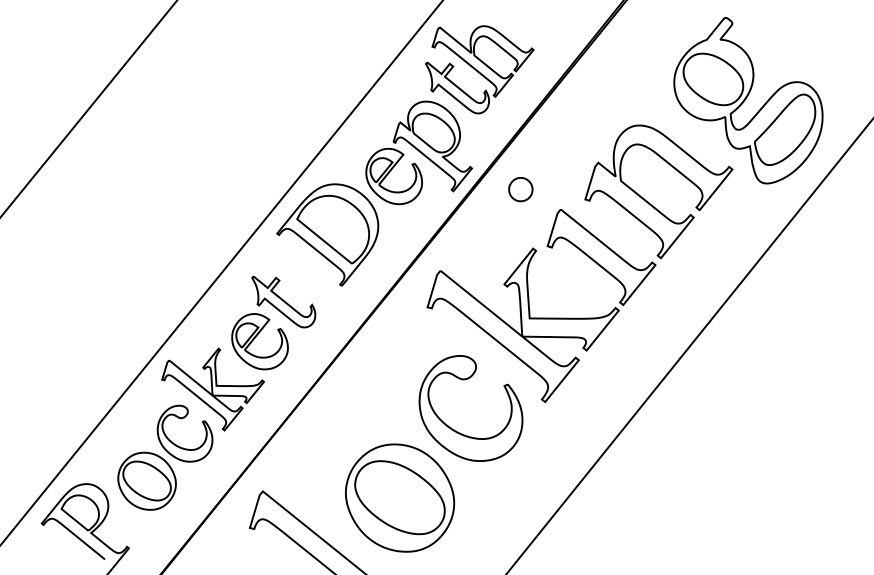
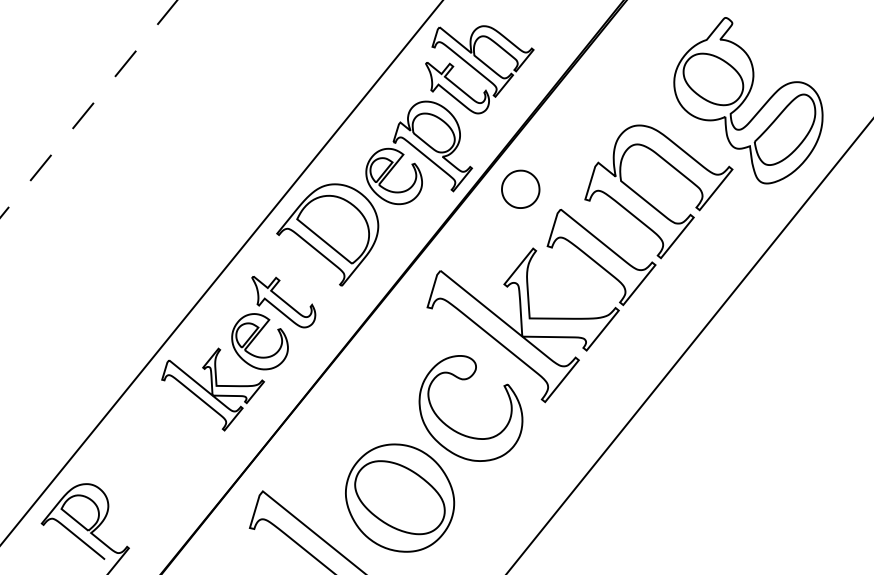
line at (88, 109): solid -> dashed
part at (520, 189) size: 26x26 px -> 40x40 px
part at (165, 457): present -> none
